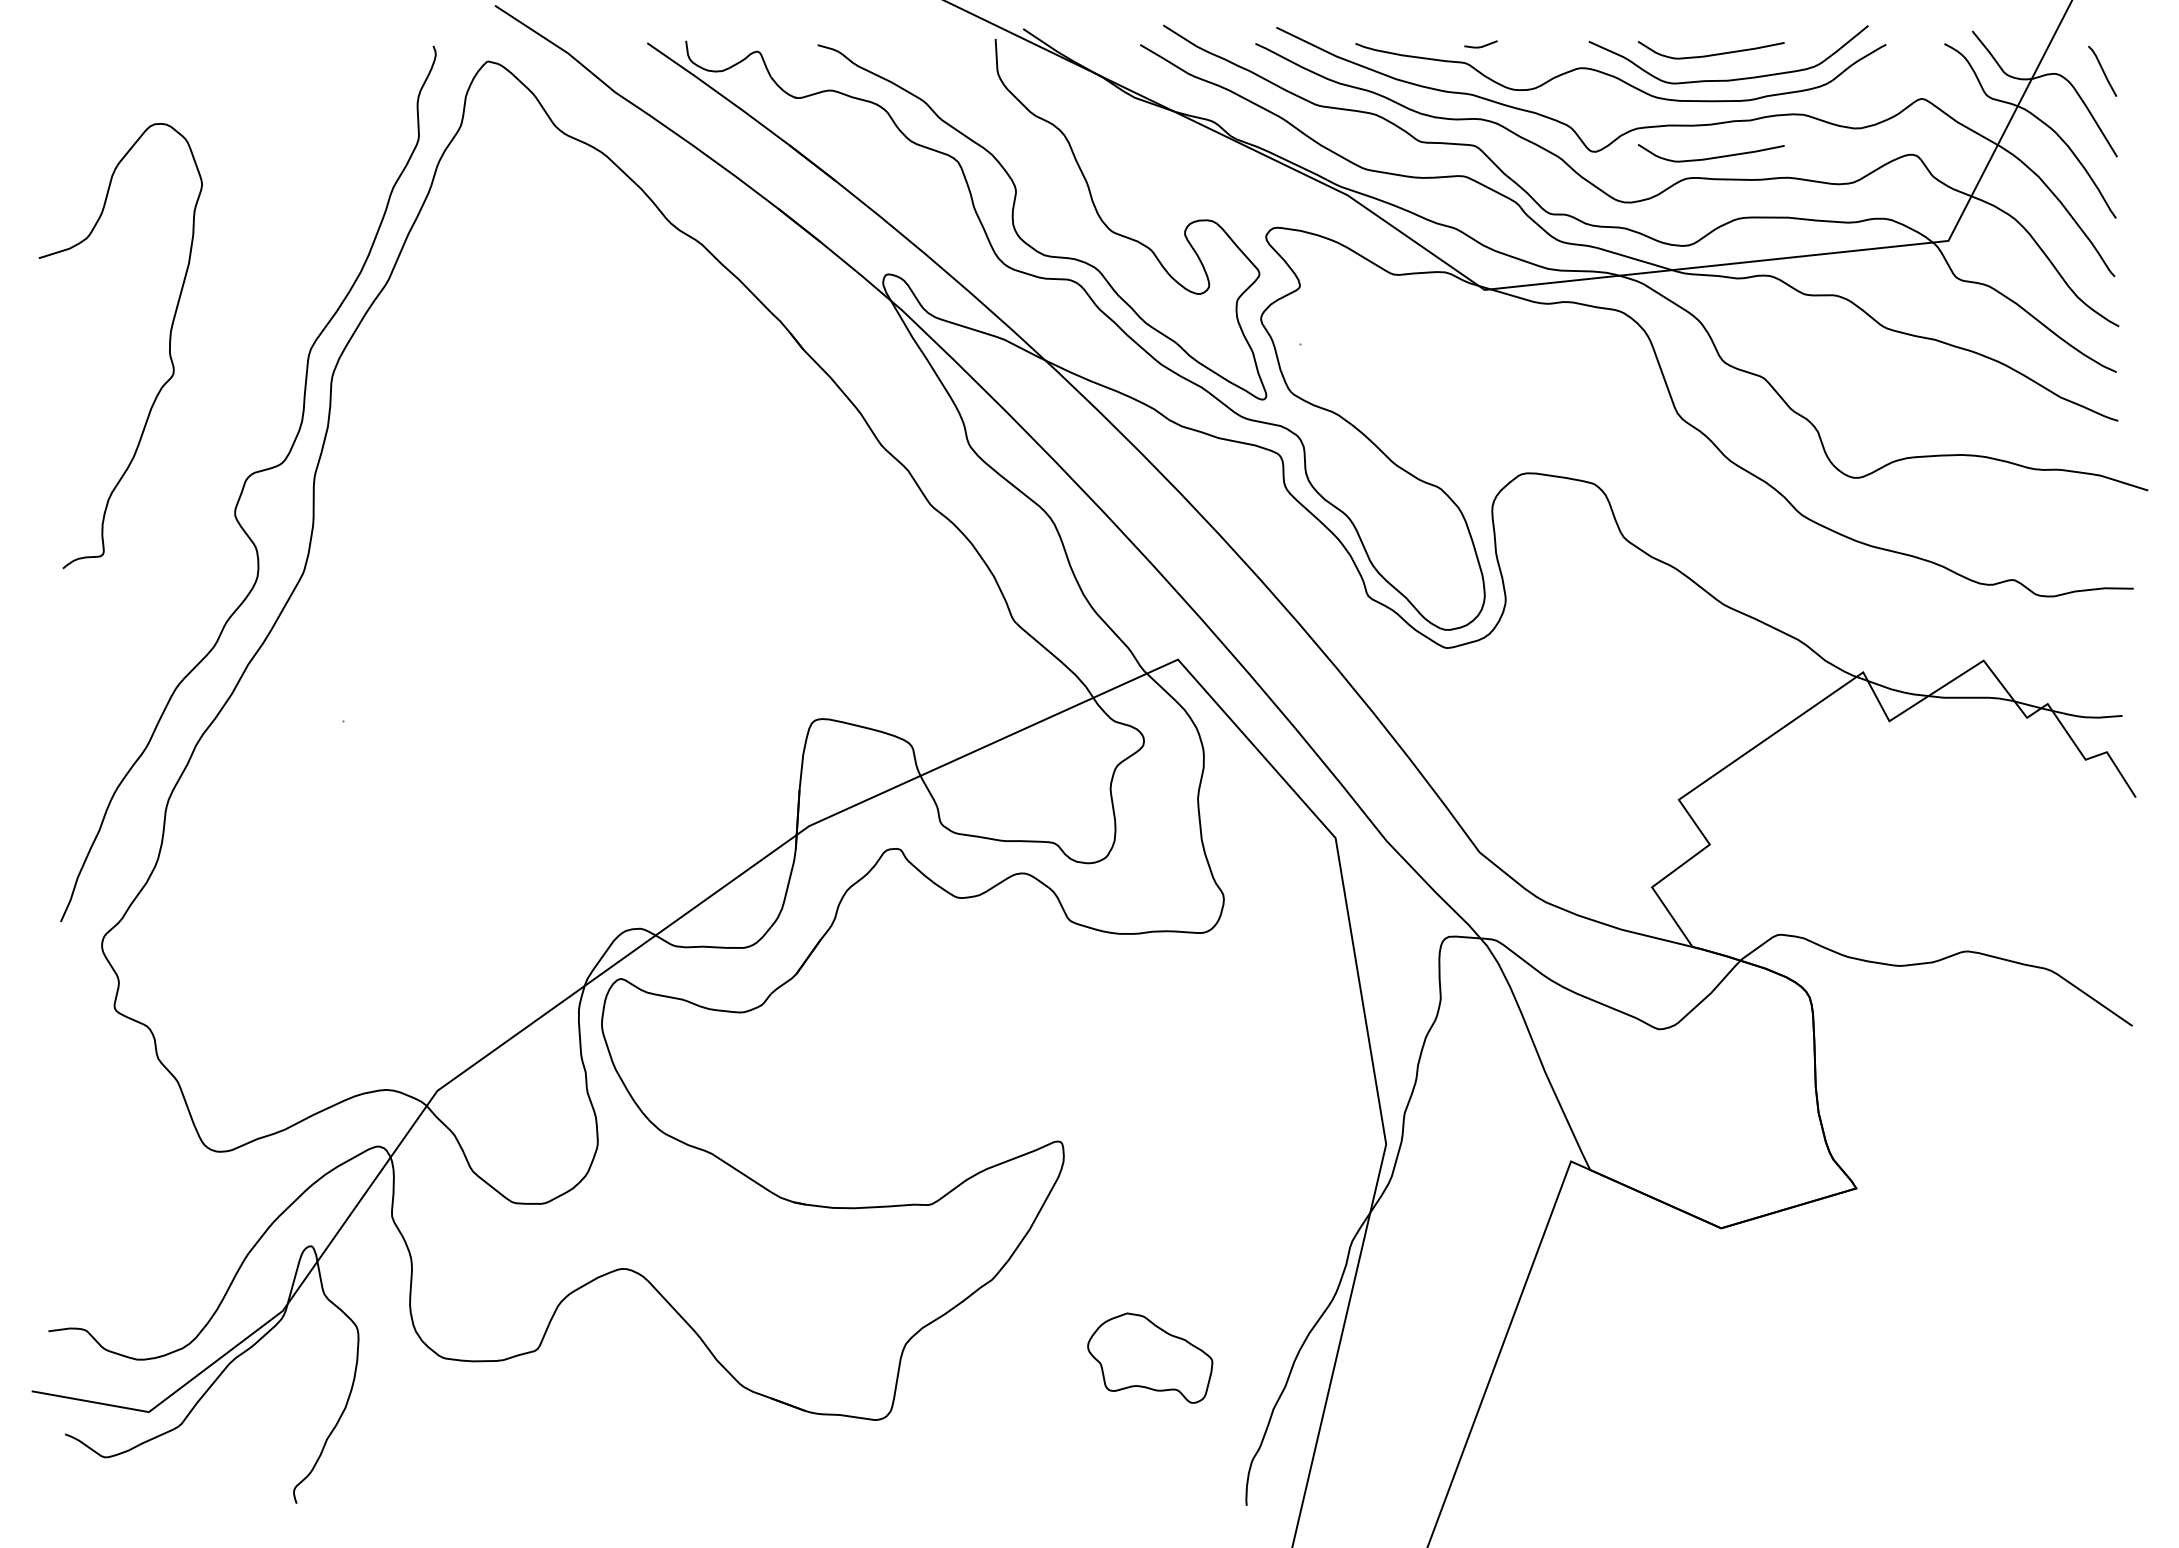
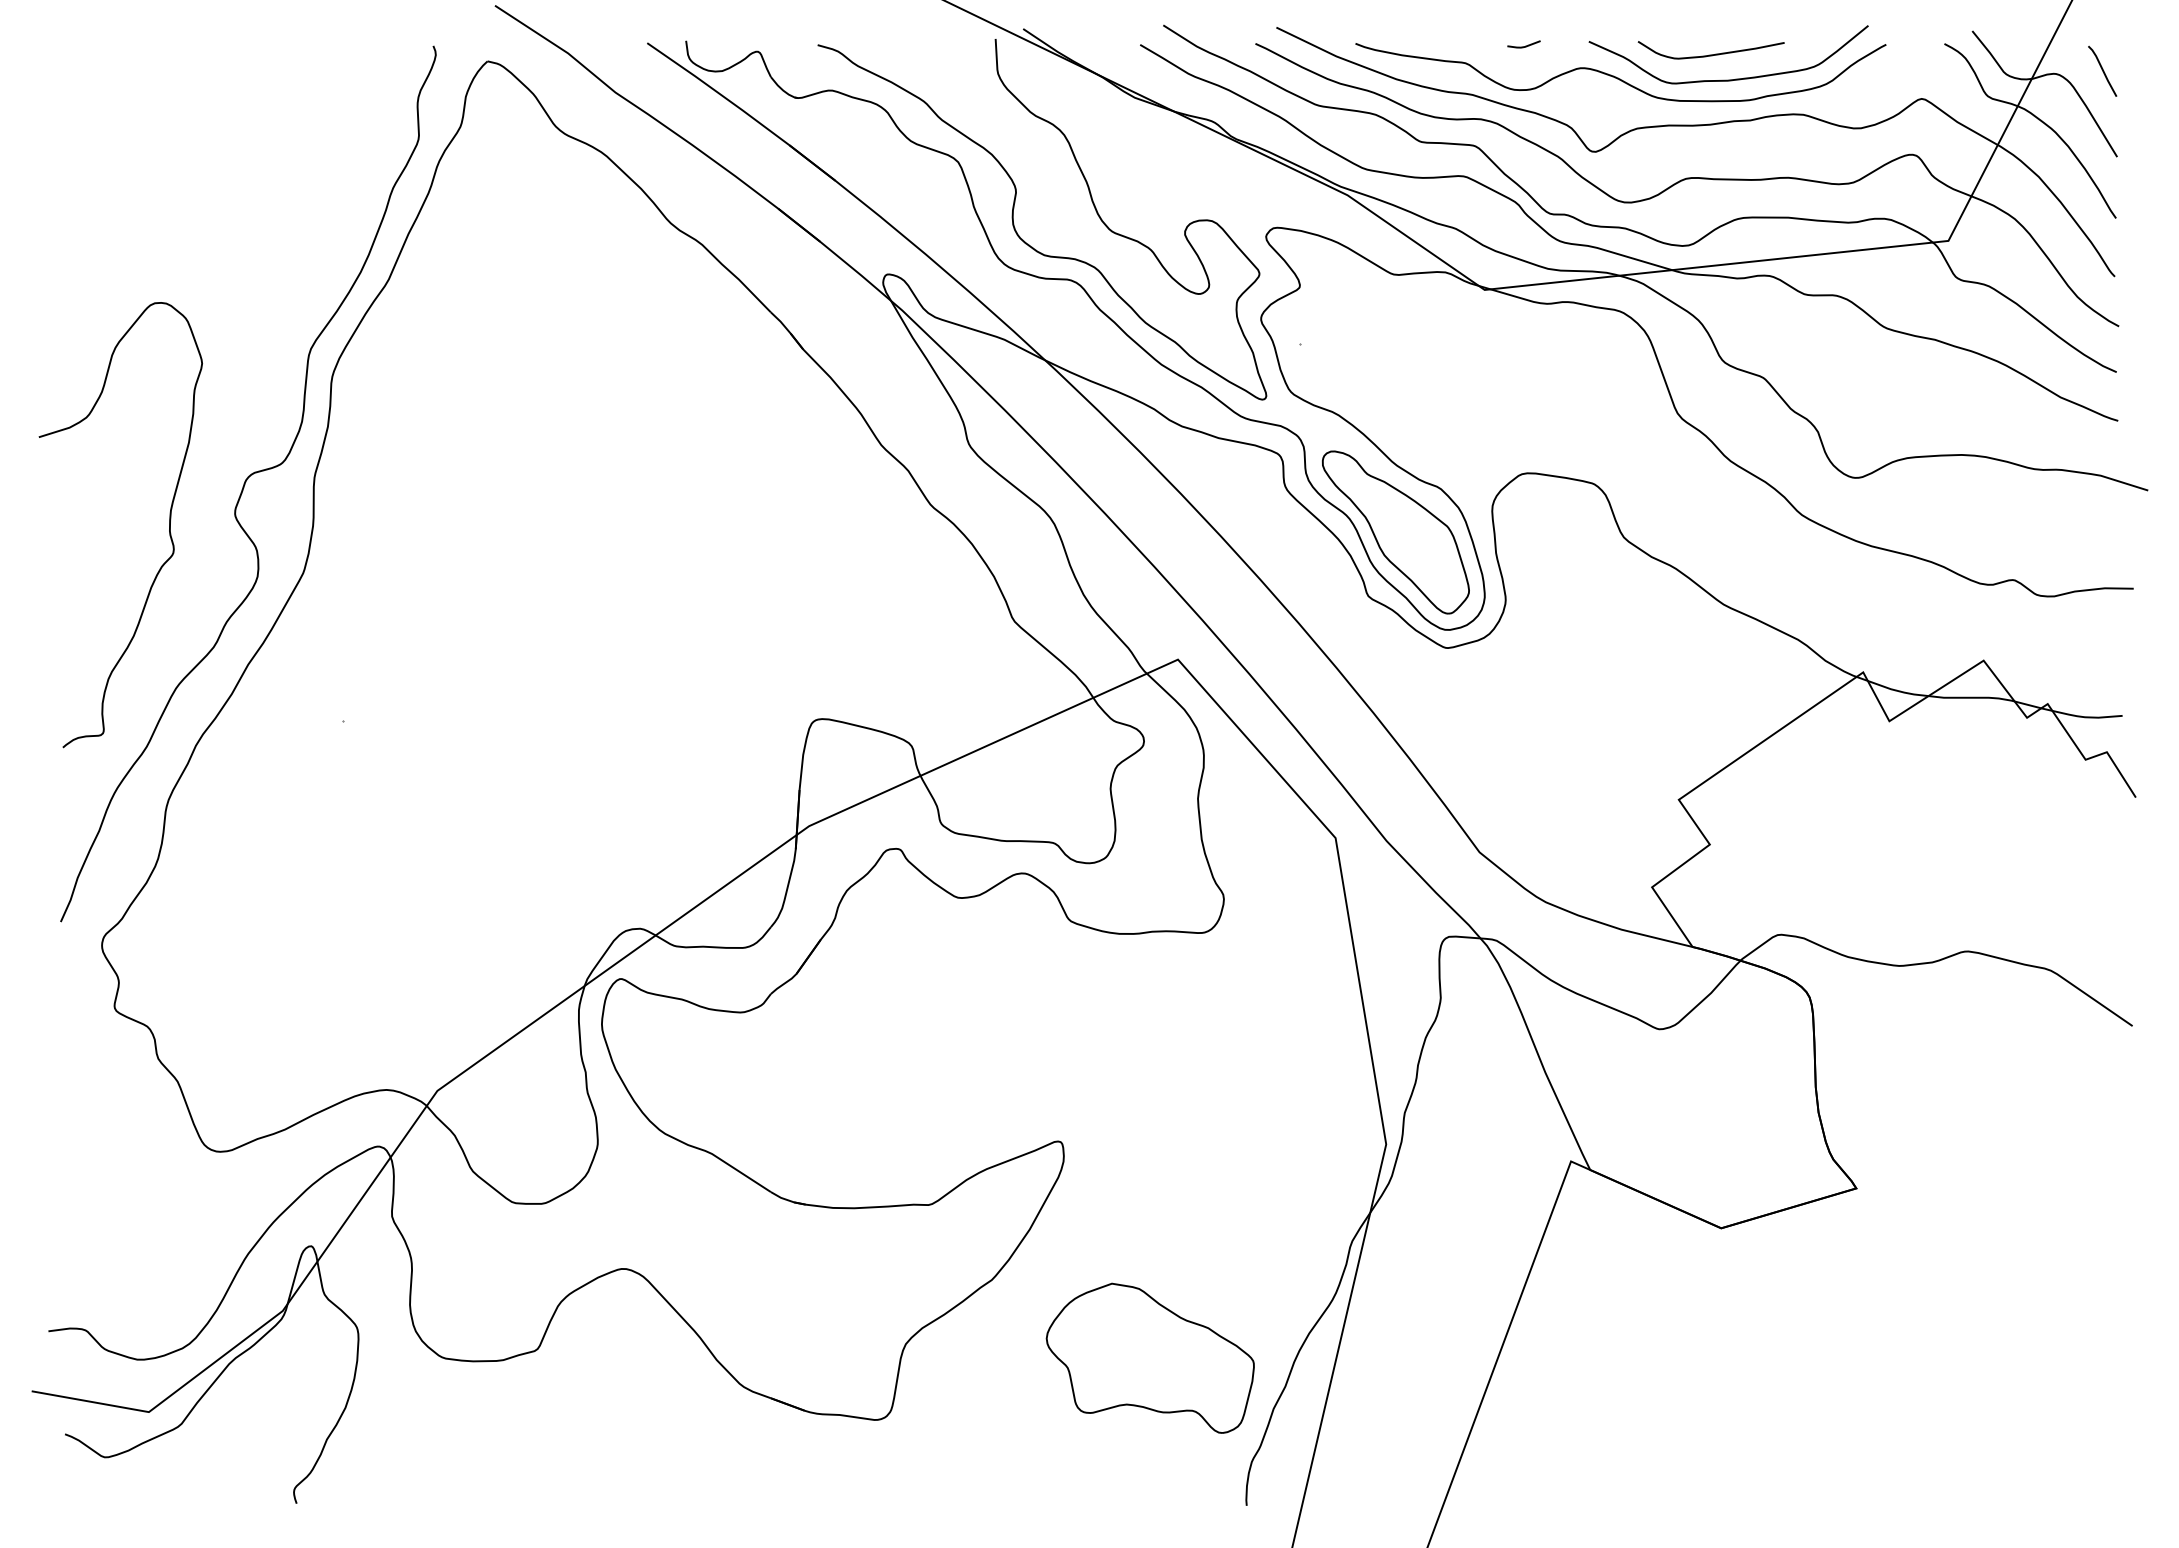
line at (1480, 46) position: (1480, 46) -> (1523, 46)
curve at (1710, 157): present -> none
curve at (169, 346) position: (169, 346) -> (169, 525)
part at (1395, 532): none -> present
part at (1150, 1357) size: 127x92 px -> 210x152 px
